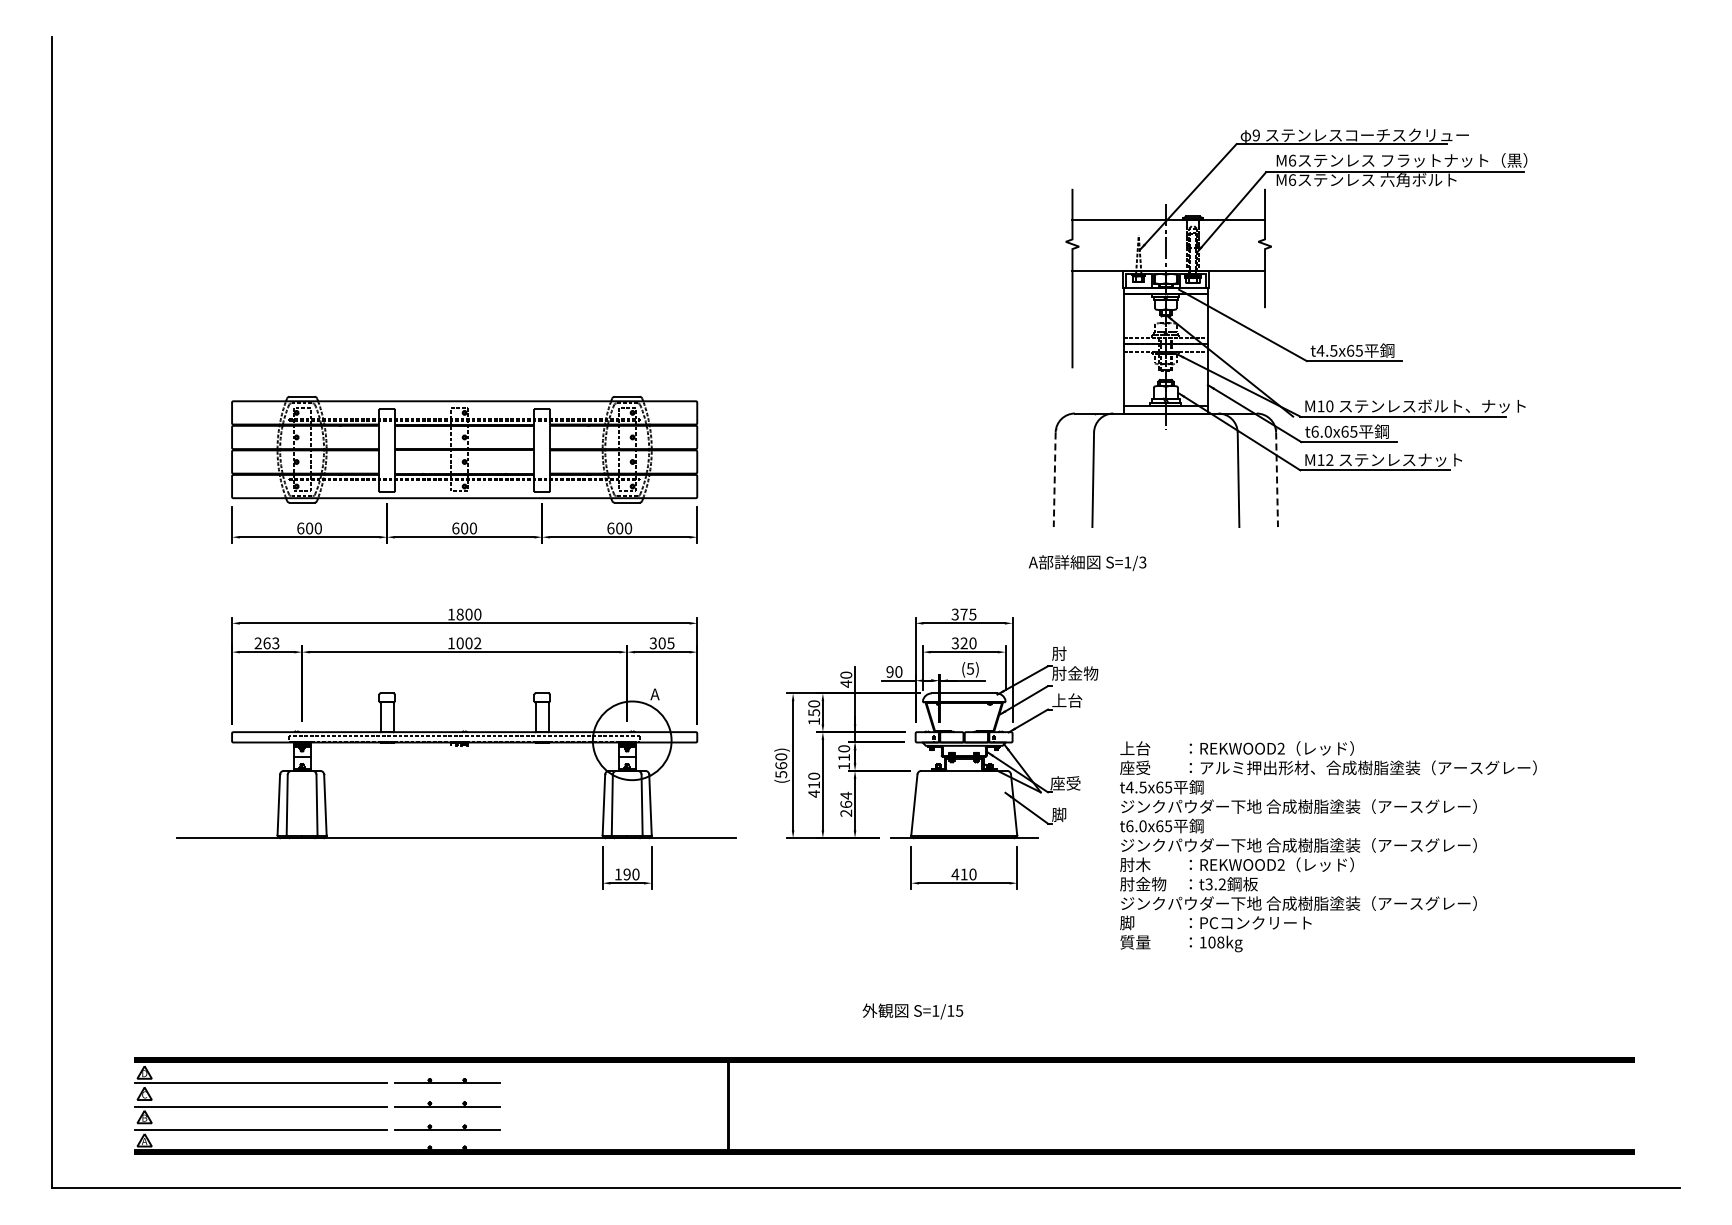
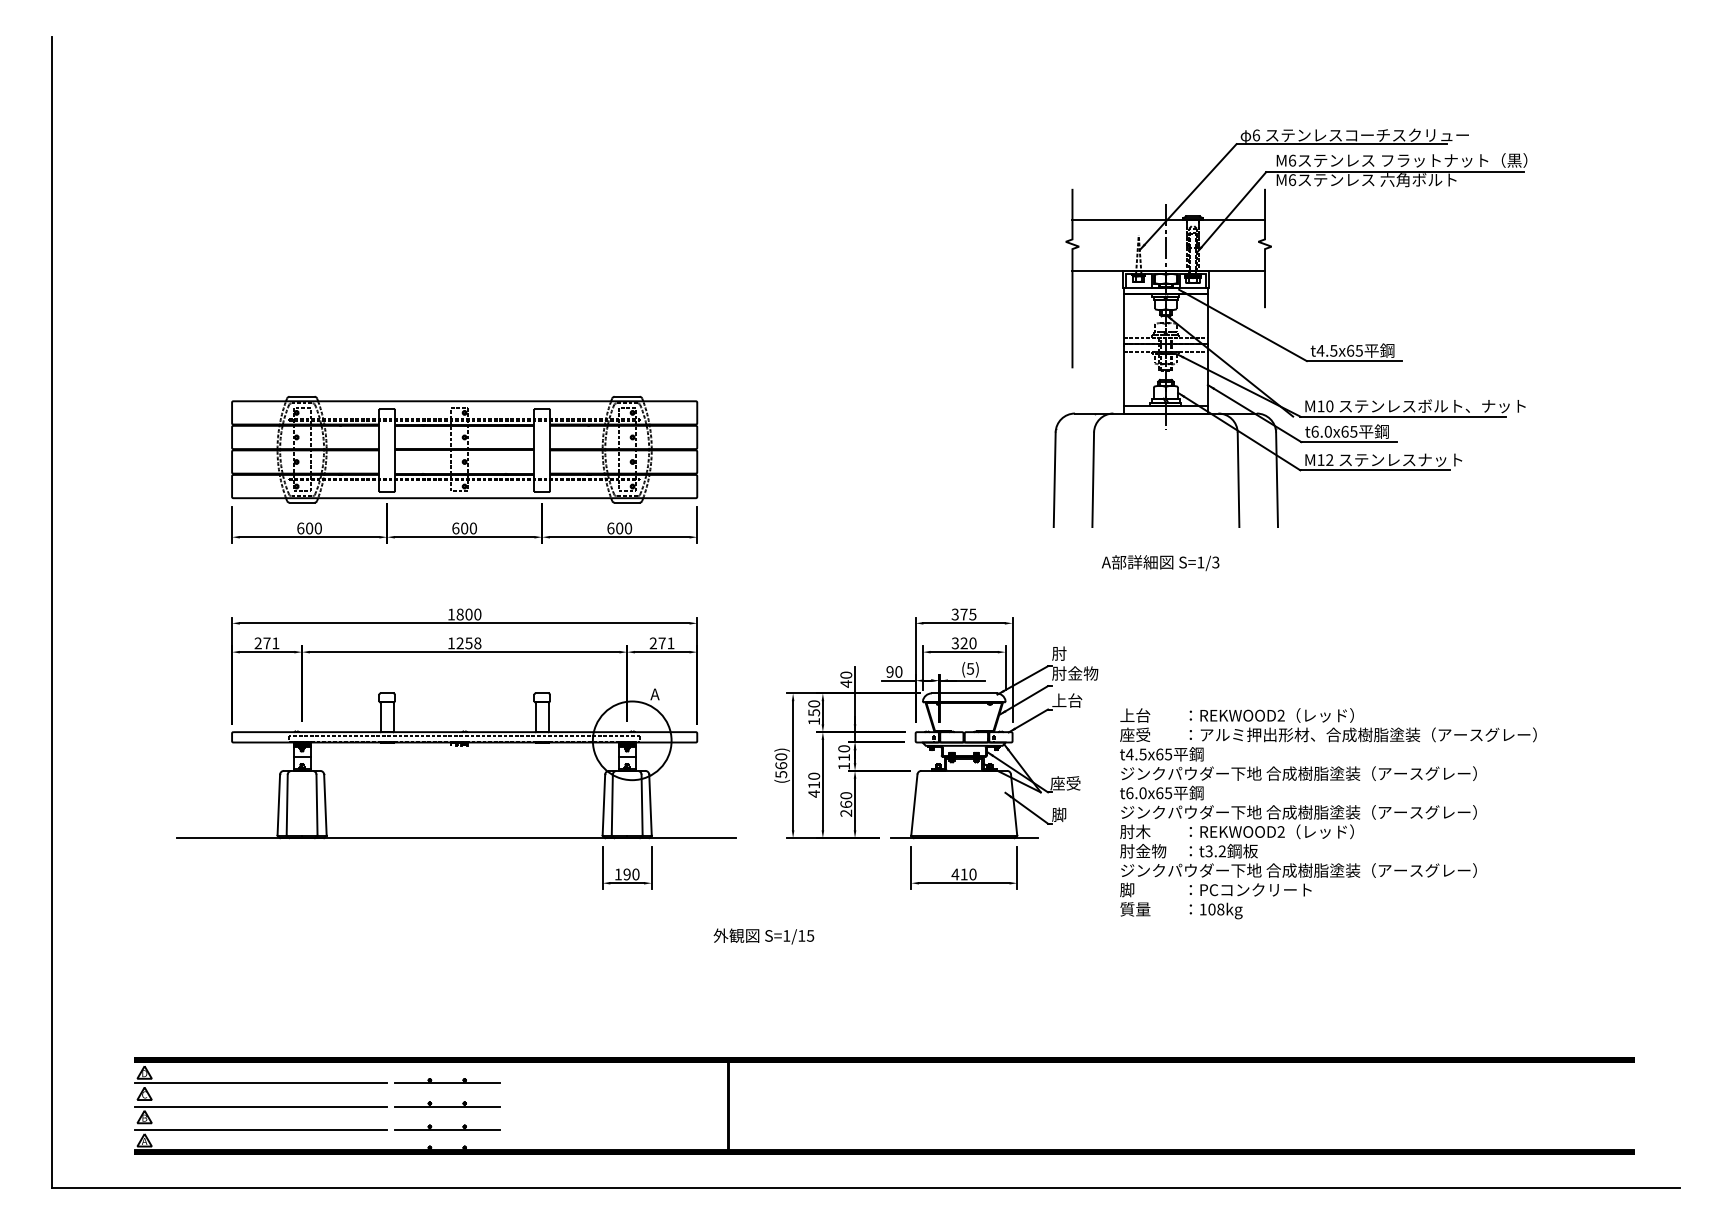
text at (1256, 135): 9 -> 6
line at (1054, 480): dashed -> solid
line at (1277, 480): dashed -> solid
text at (1087, 562) position: (1087, 562) -> (1160, 562)
text at (271, 643): 263 -> 271
text at (468, 643): 1002 -> 1258
text at (661, 643): 305 -> 271
text at (846, 795): 264 -> 260
text at (1328, 846) position: (1328, 846) -> (1328, 813)
text at (912, 1011) position: (912, 1011) -> (763, 936)
